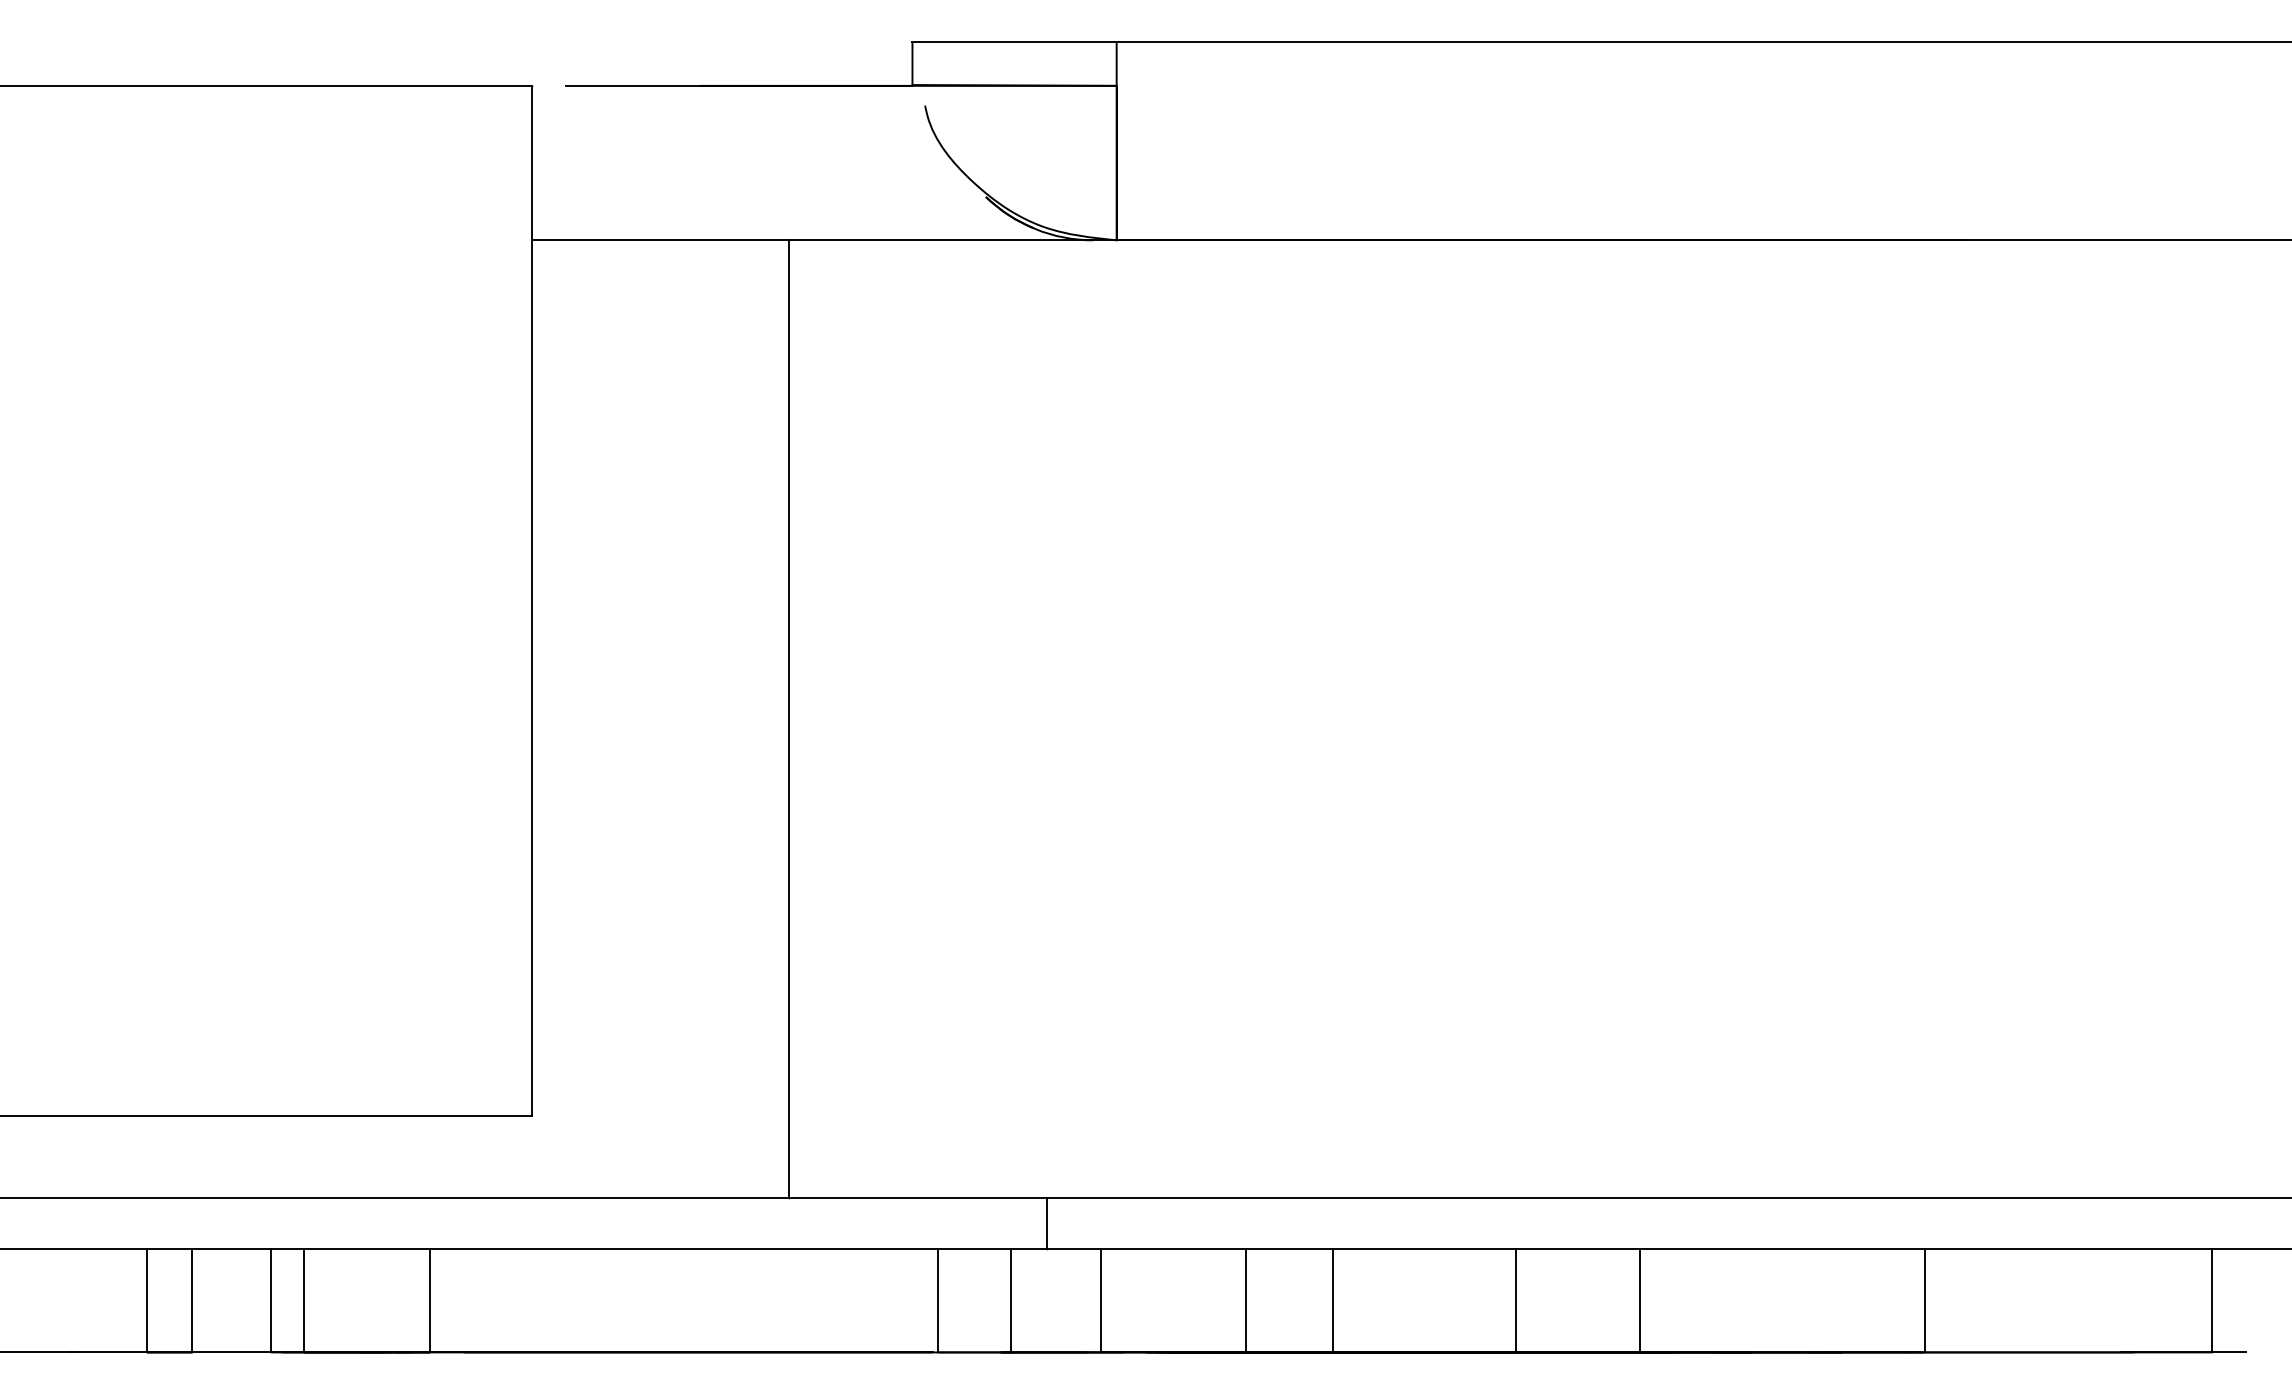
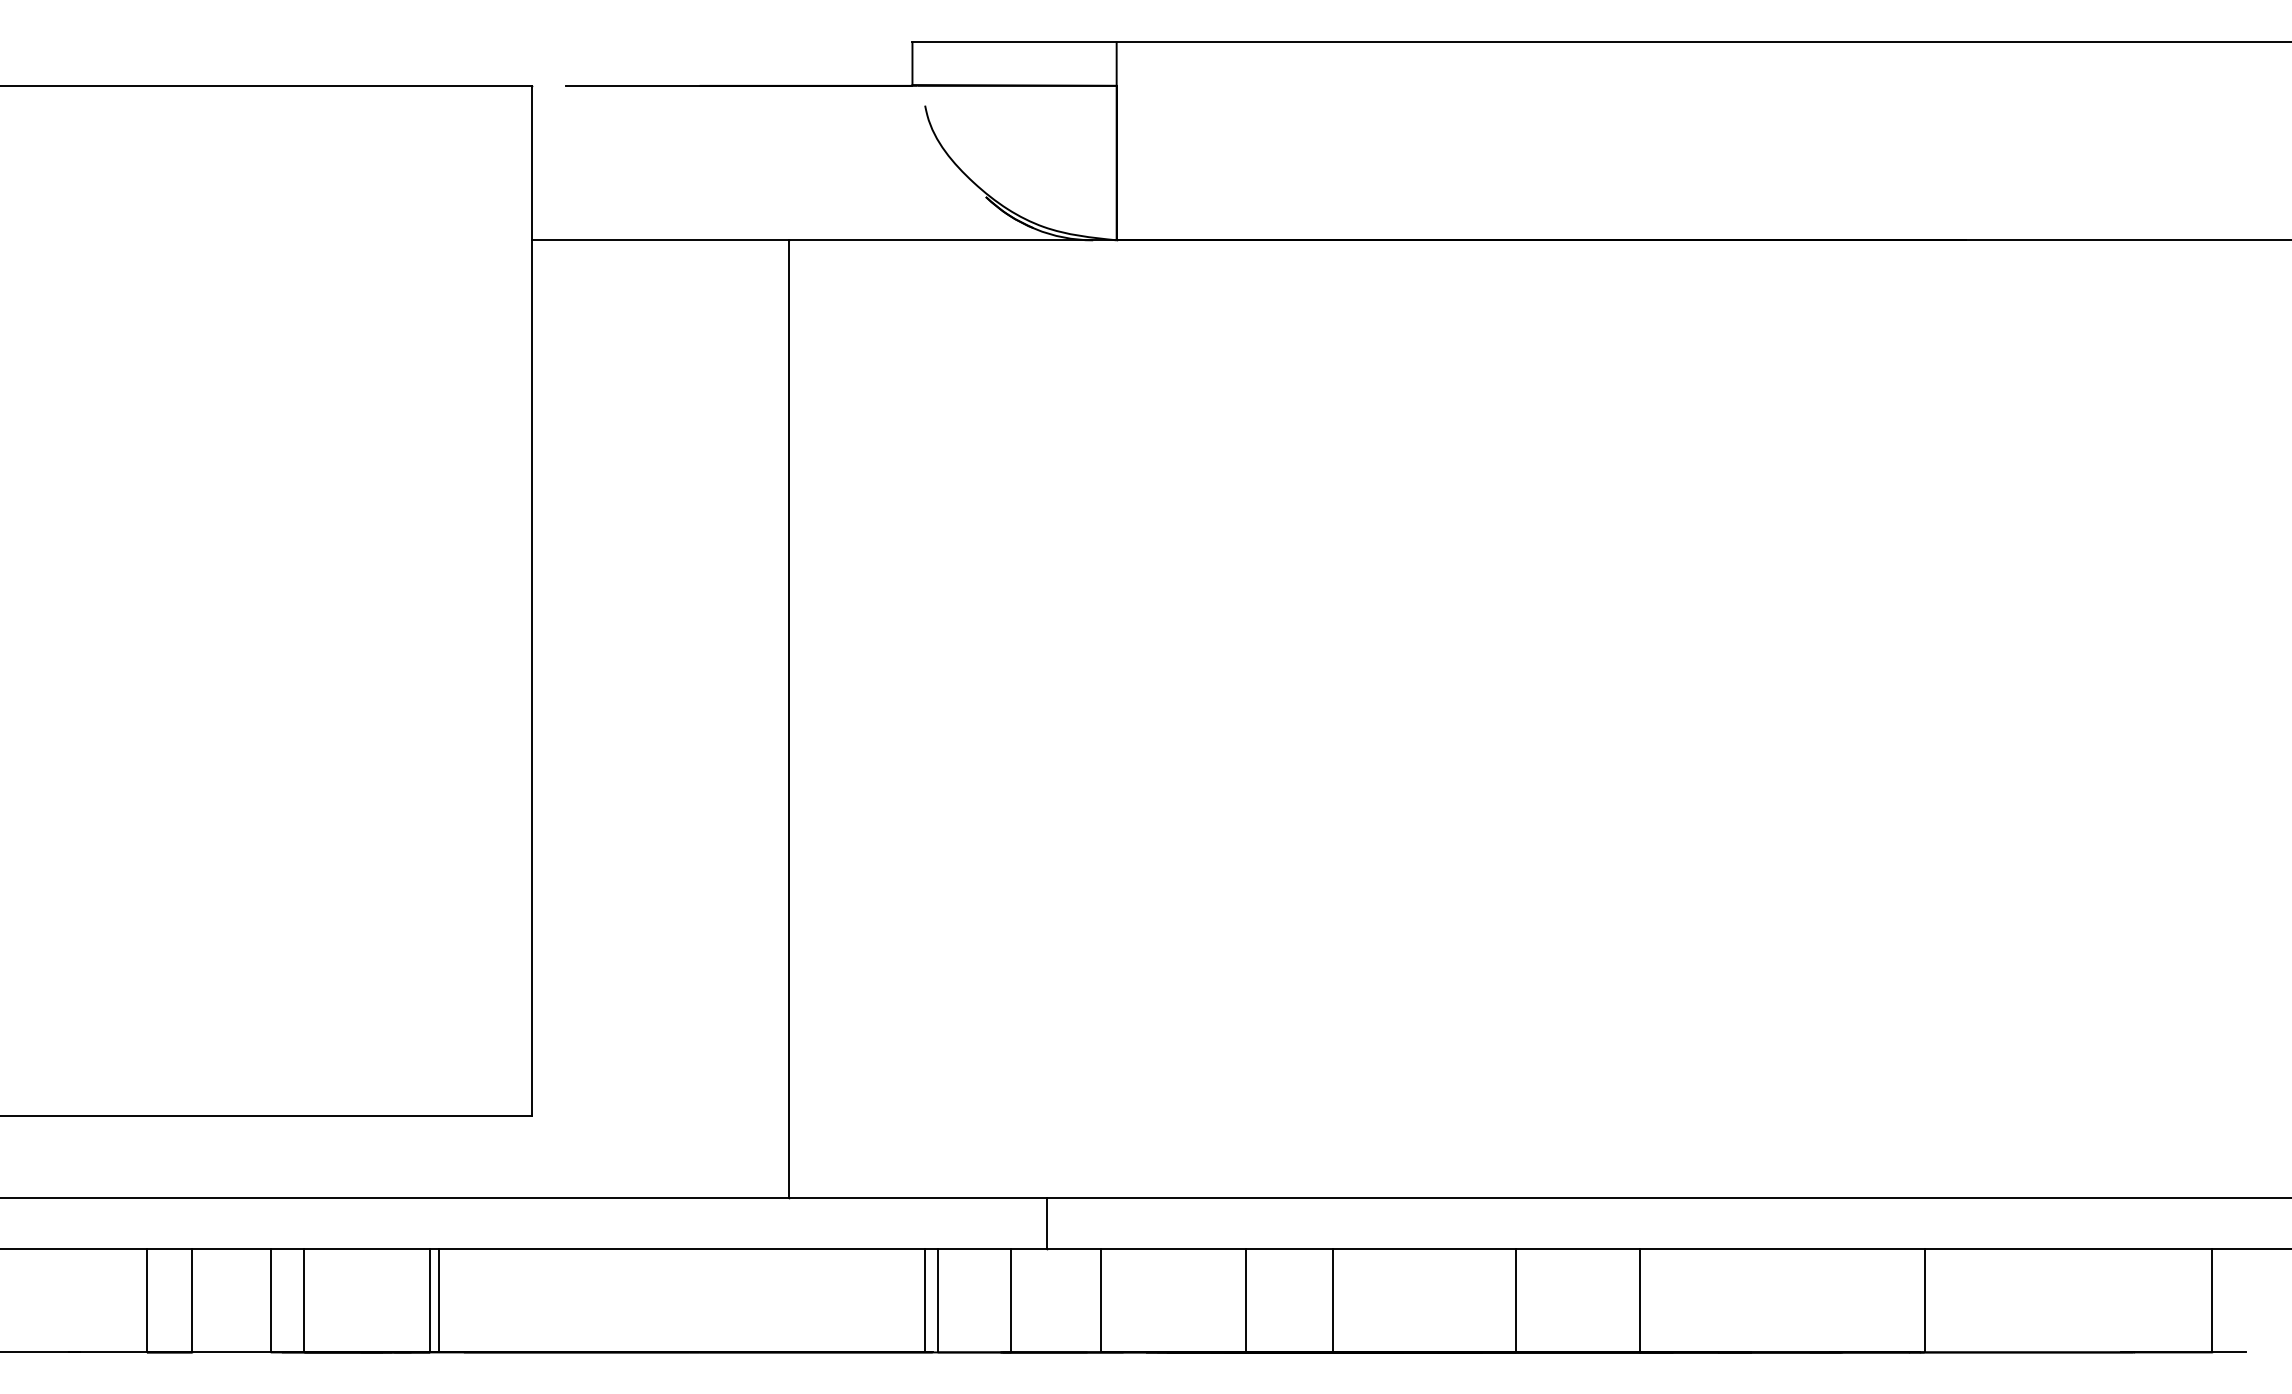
line at (439, 1300): none -> present
line at (924, 1300): none -> present
